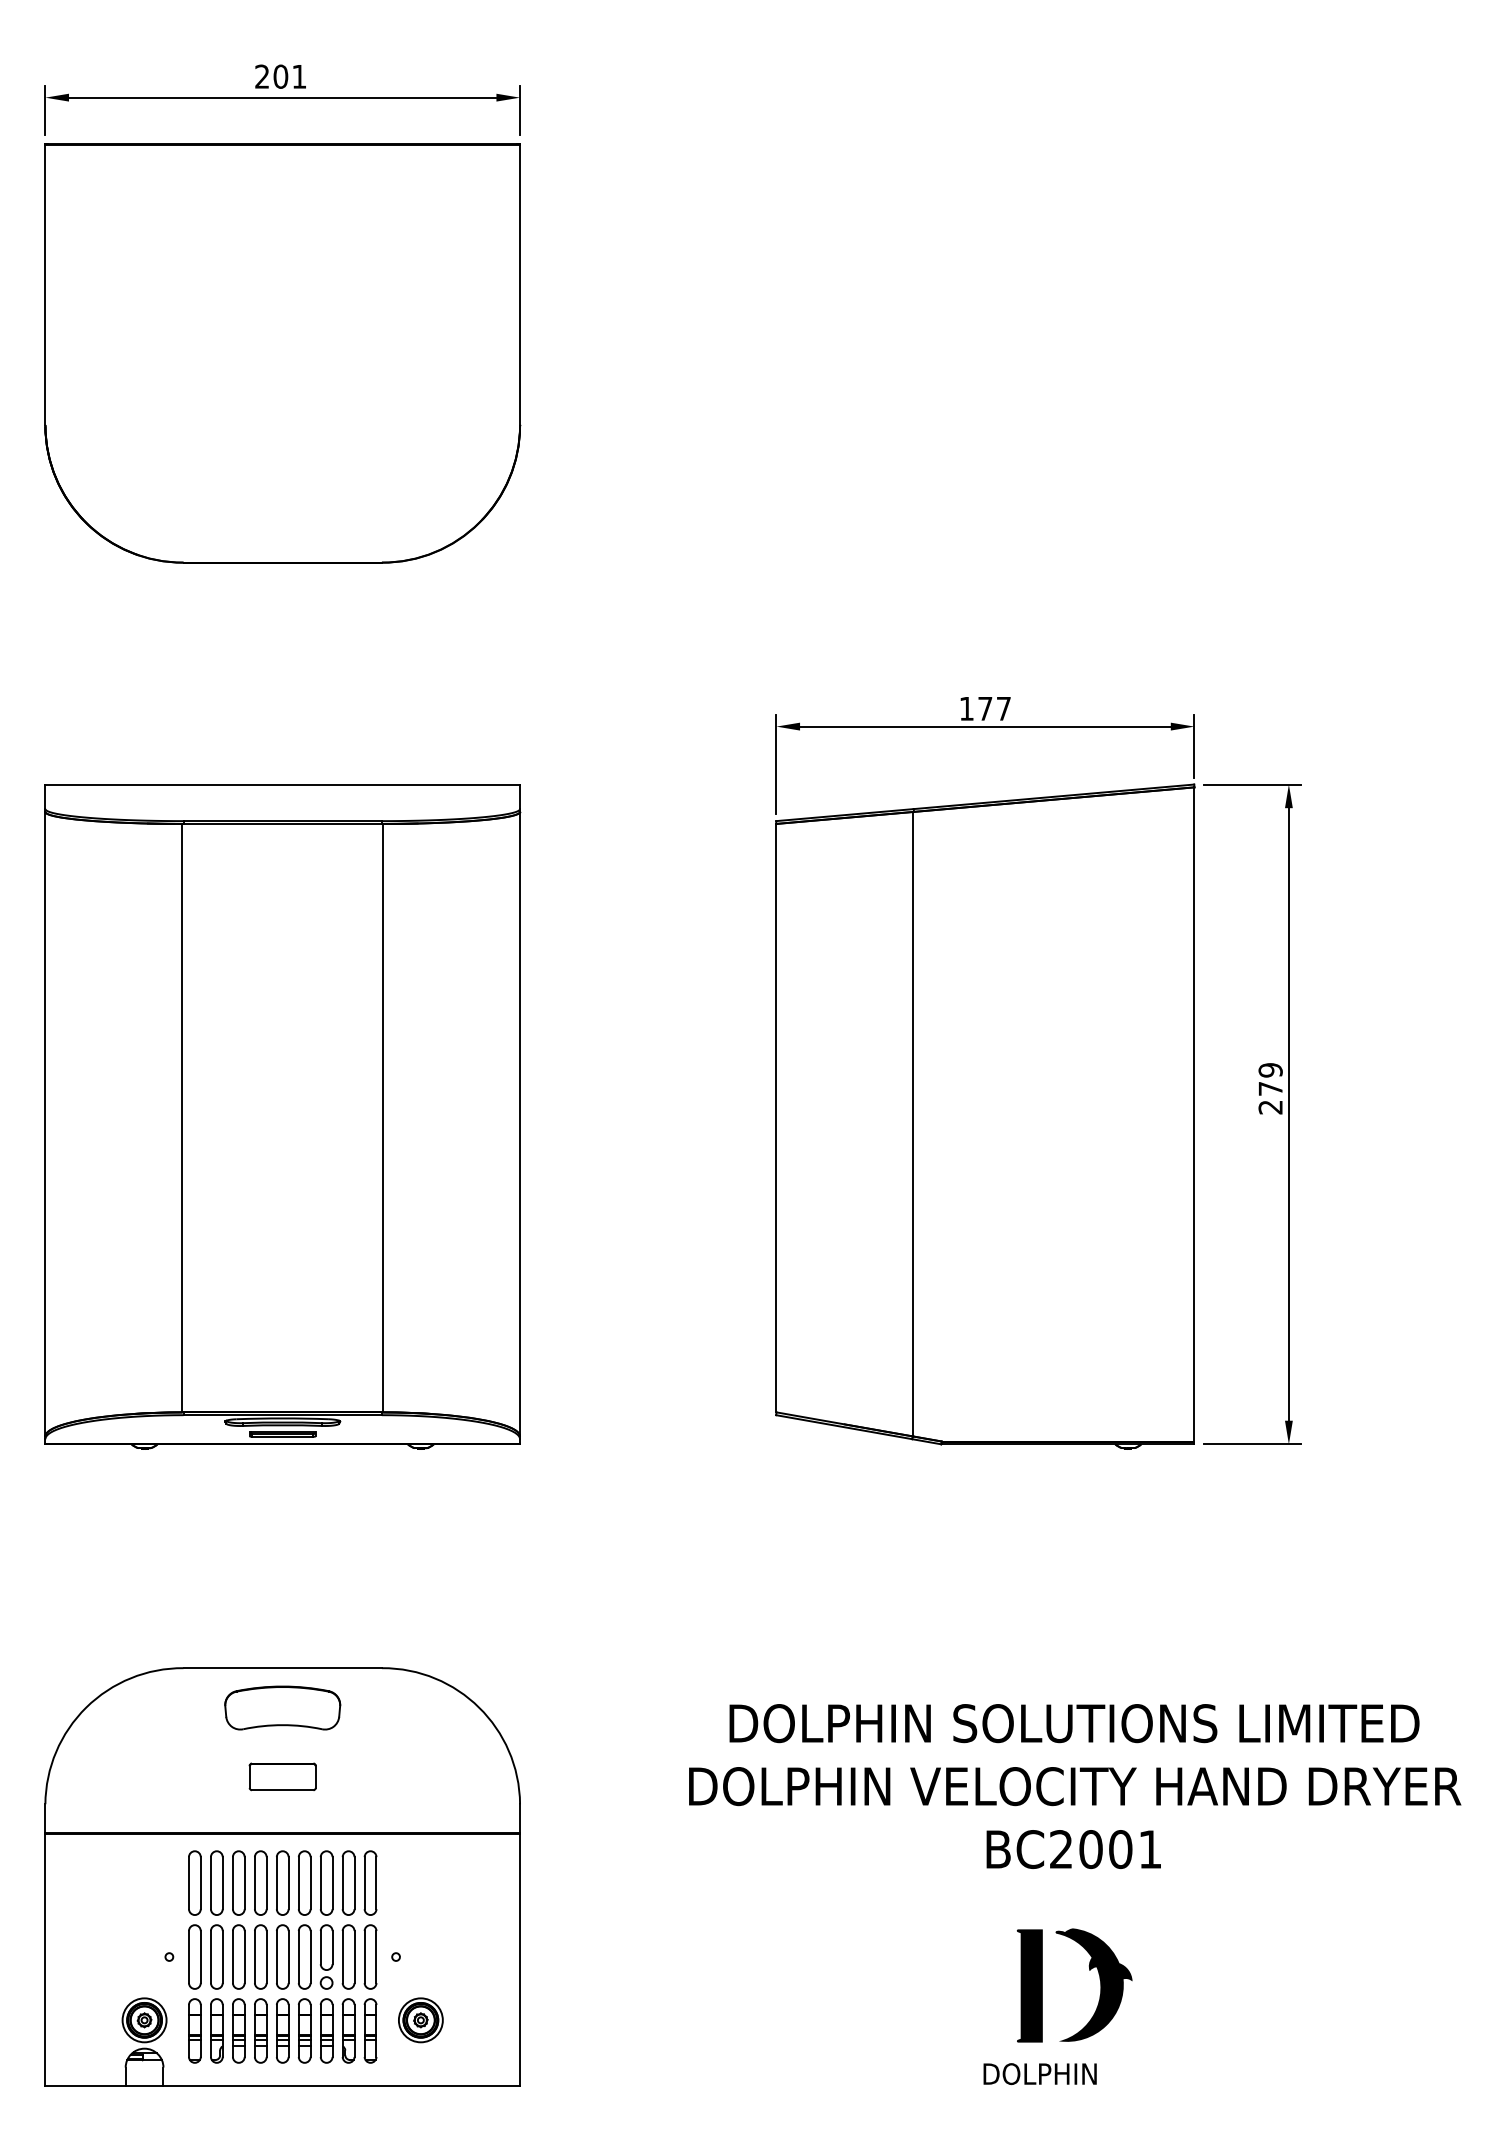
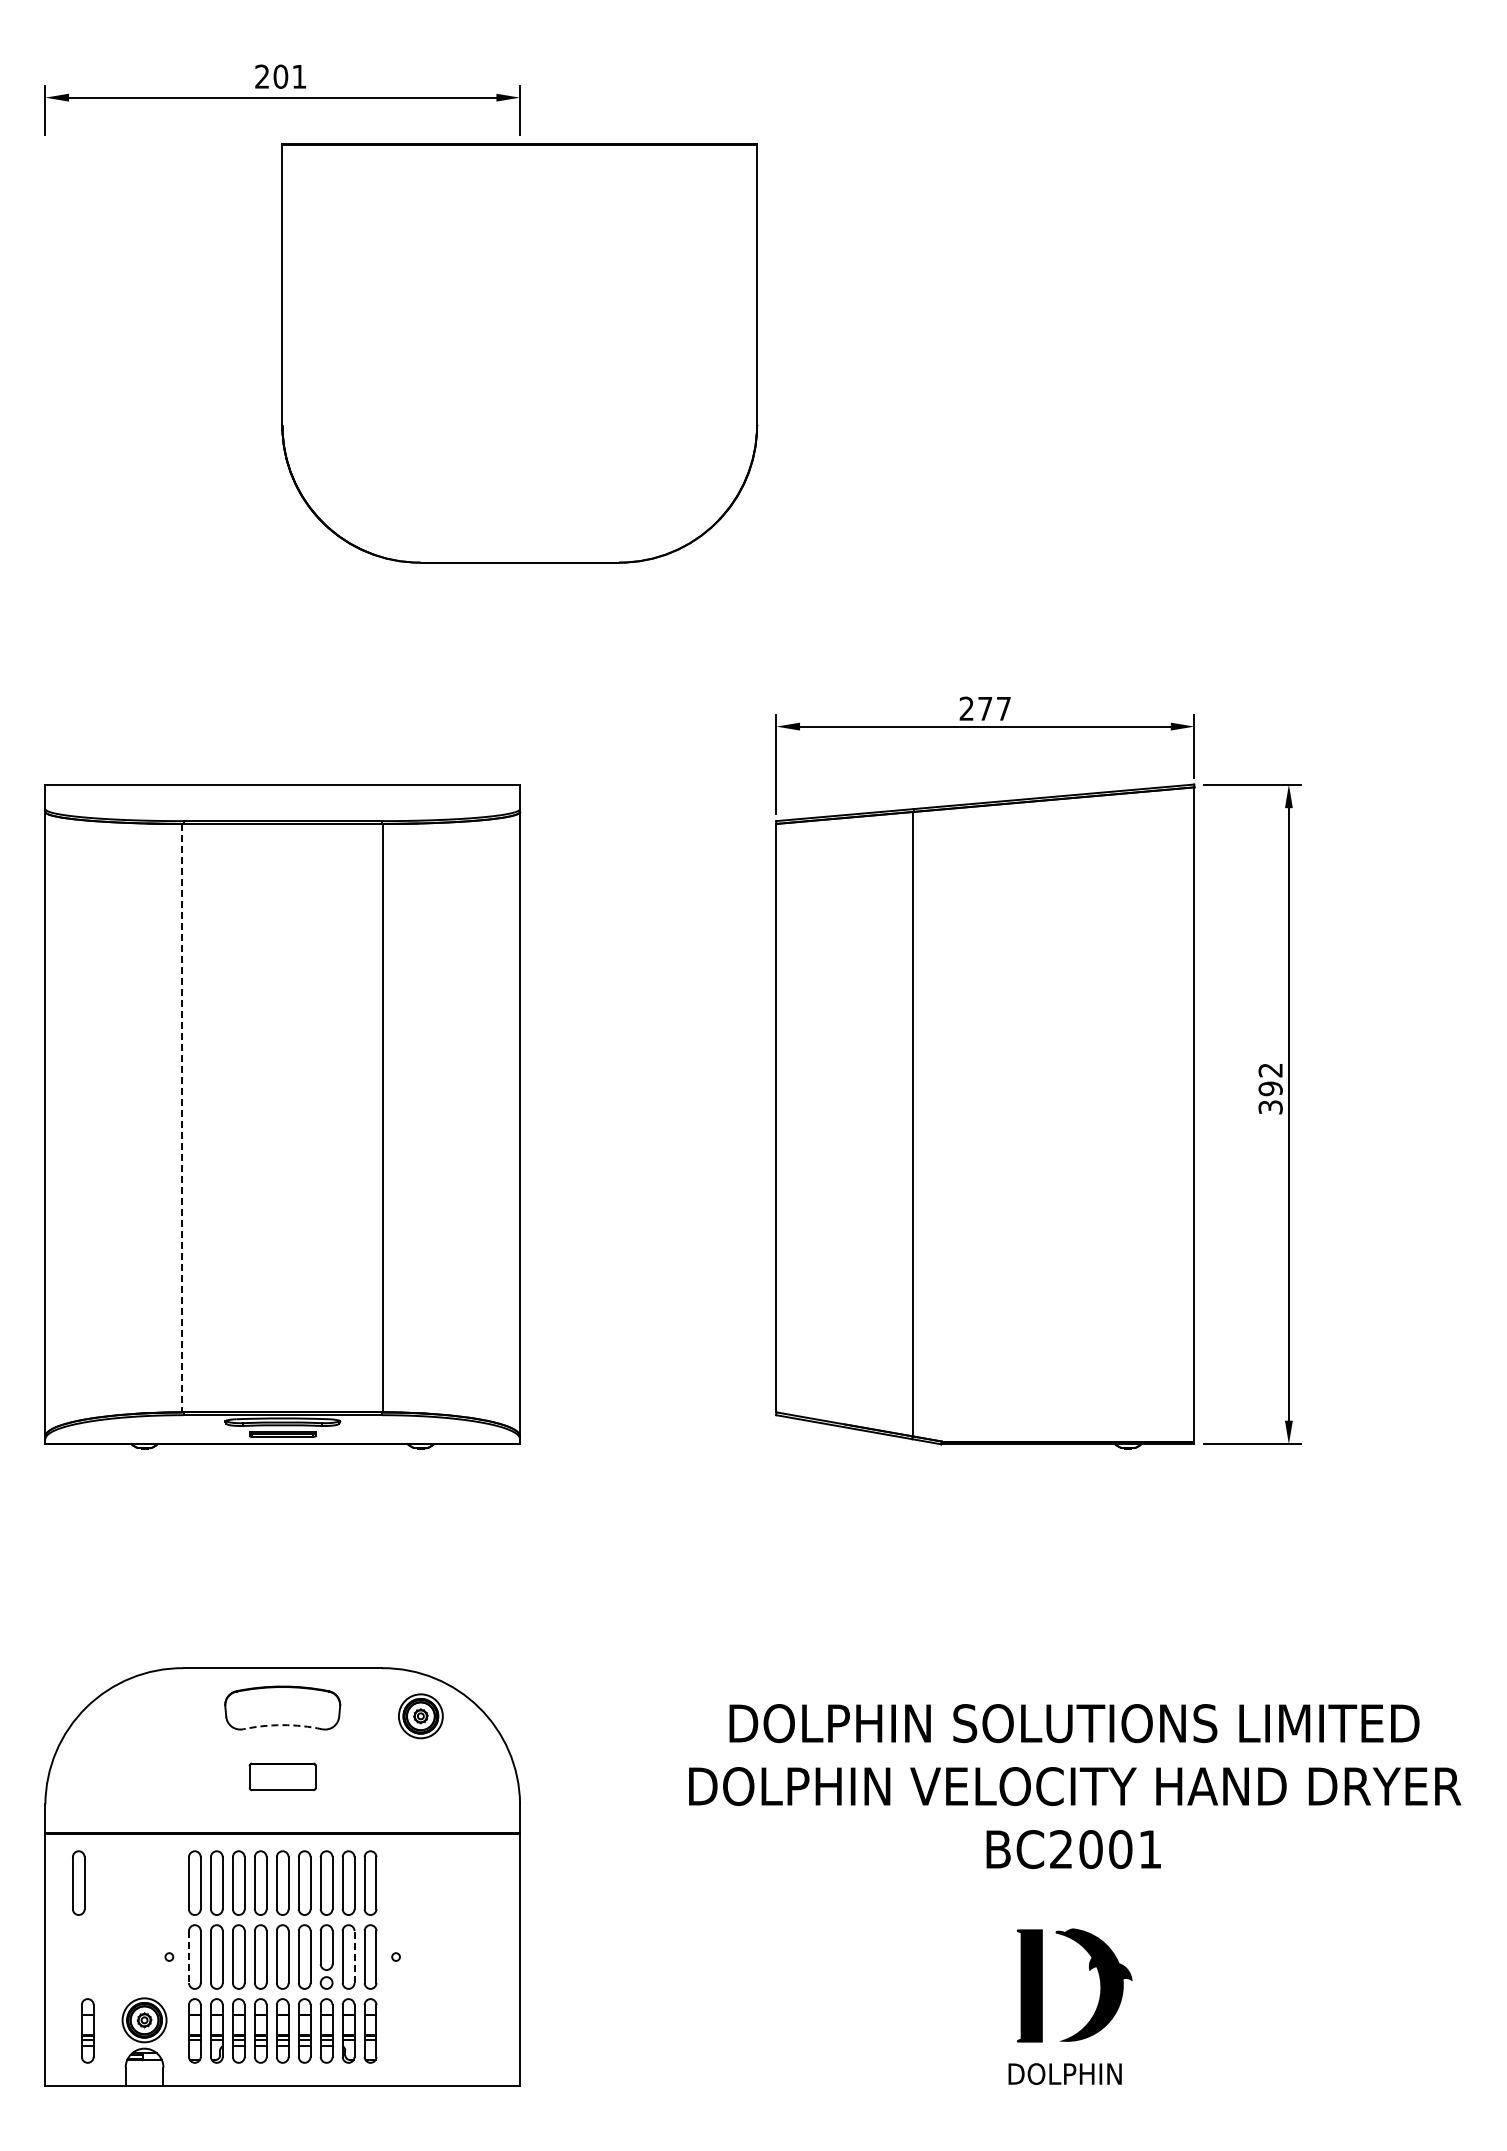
part at (282, 353) position: (282, 353) -> (519, 353)
text at (966, 708): 177 -> 277
text at (1270, 1088): 279 -> 392
line at (182, 1118): solid -> dashed
arc at (282, 1725): solid -> dashed
part at (78, 1882): none -> present
line at (188, 1957): solid -> dashed
line at (354, 1957): solid -> dashed
part at (420, 2020) position: (420, 2020) -> (420, 1716)
part at (87, 2030): none -> present
text at (1039, 2073) position: (1039, 2073) -> (1064, 2073)
